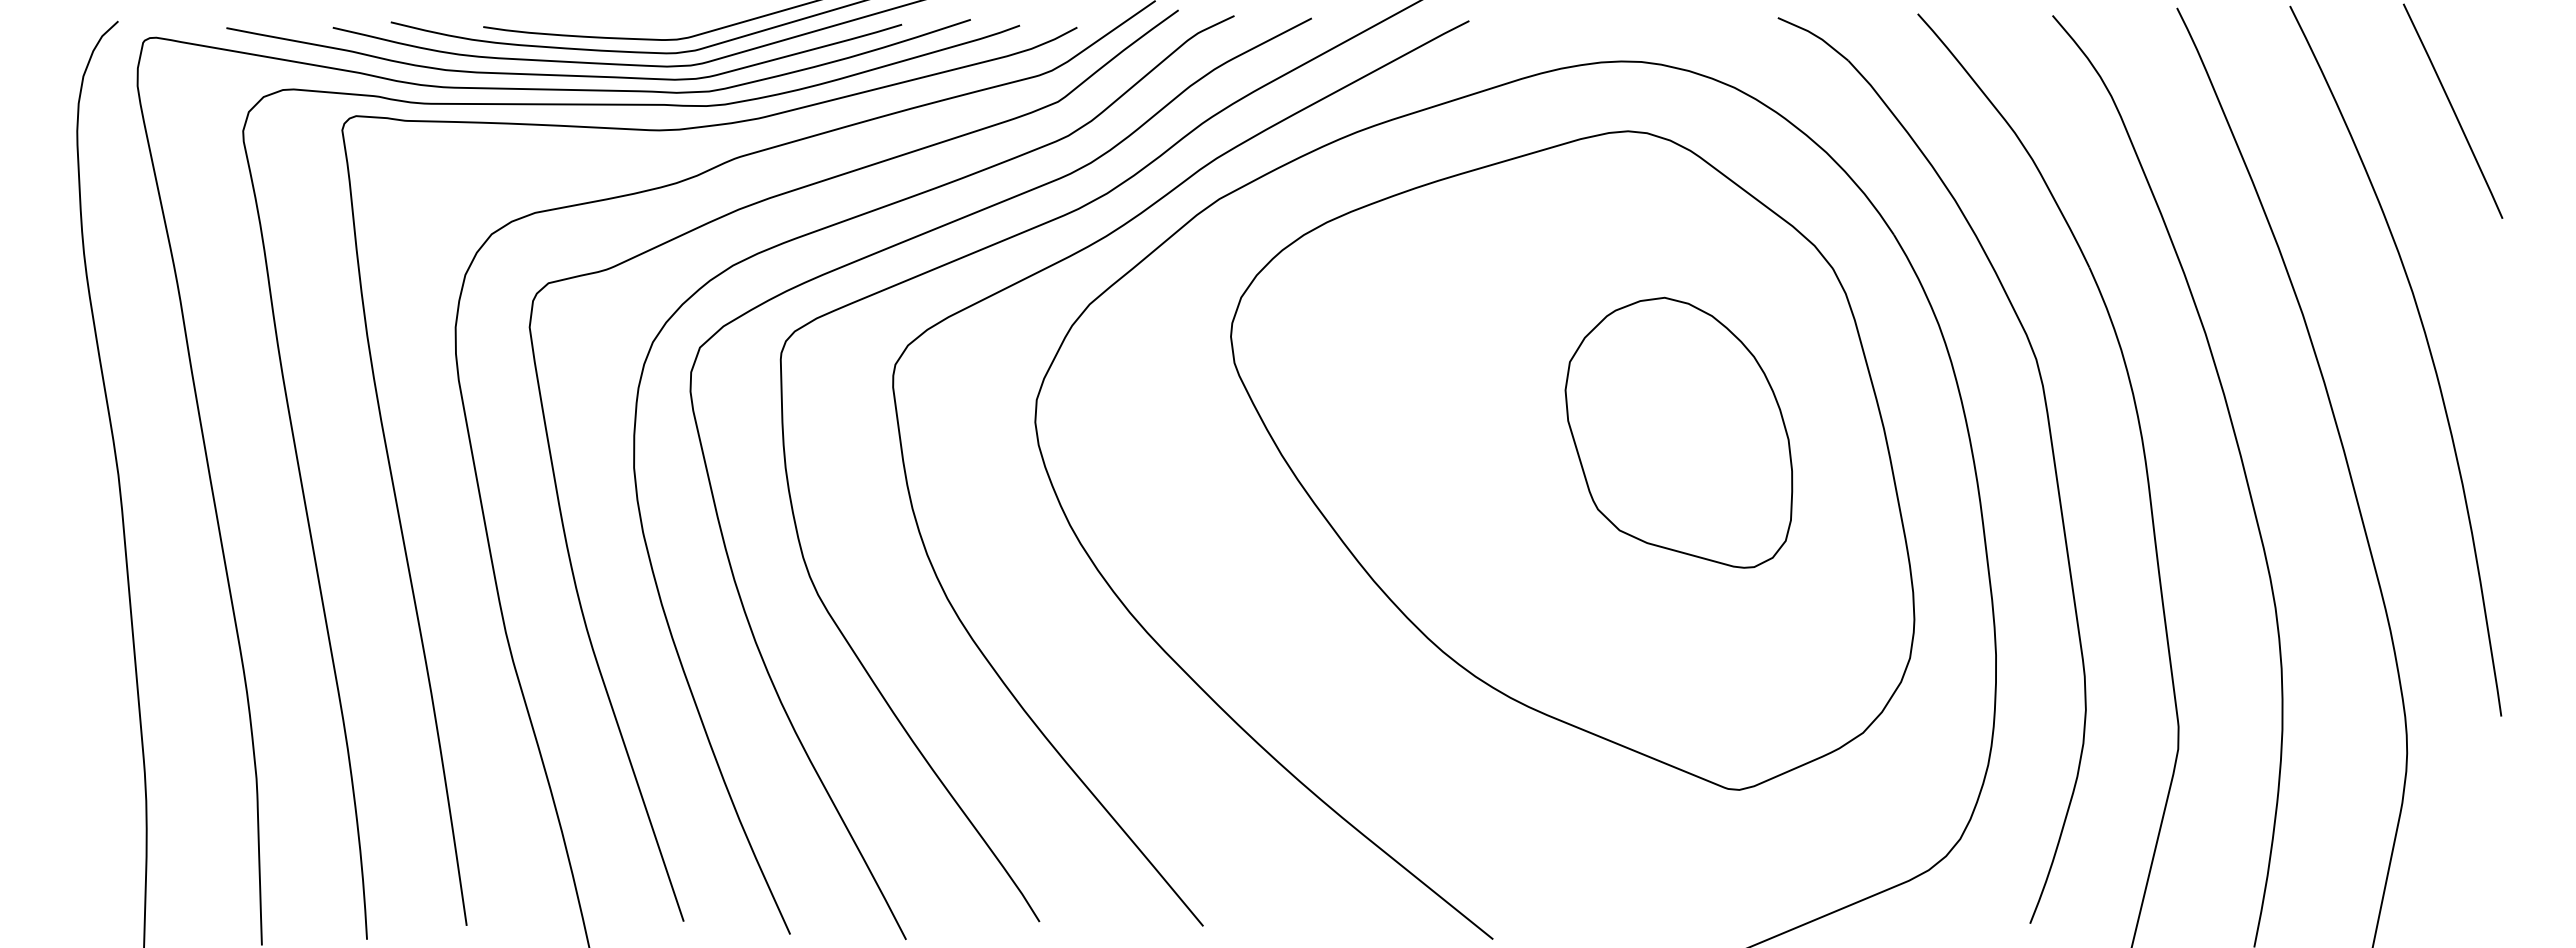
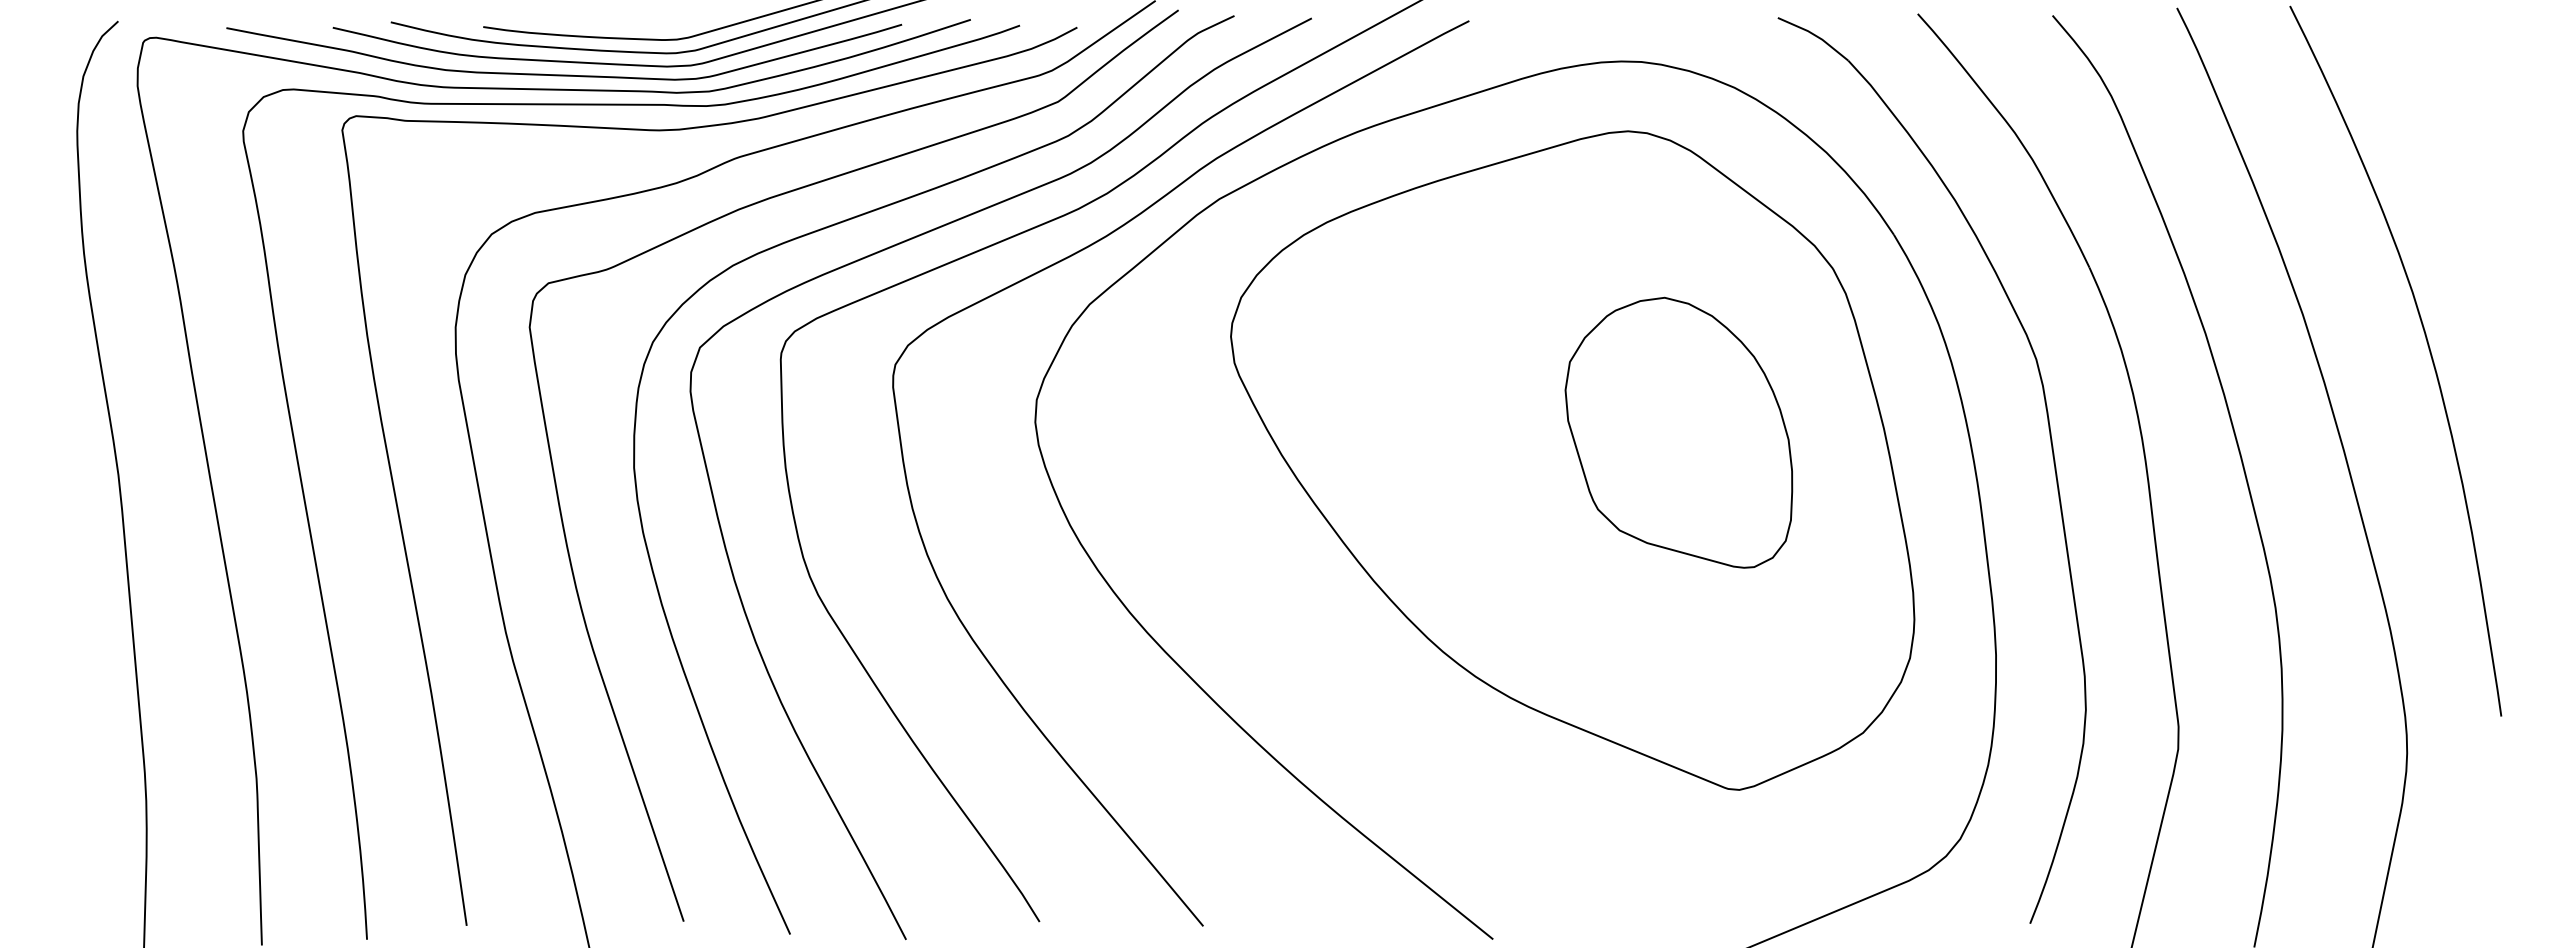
line at (2452, 110): present -> none
